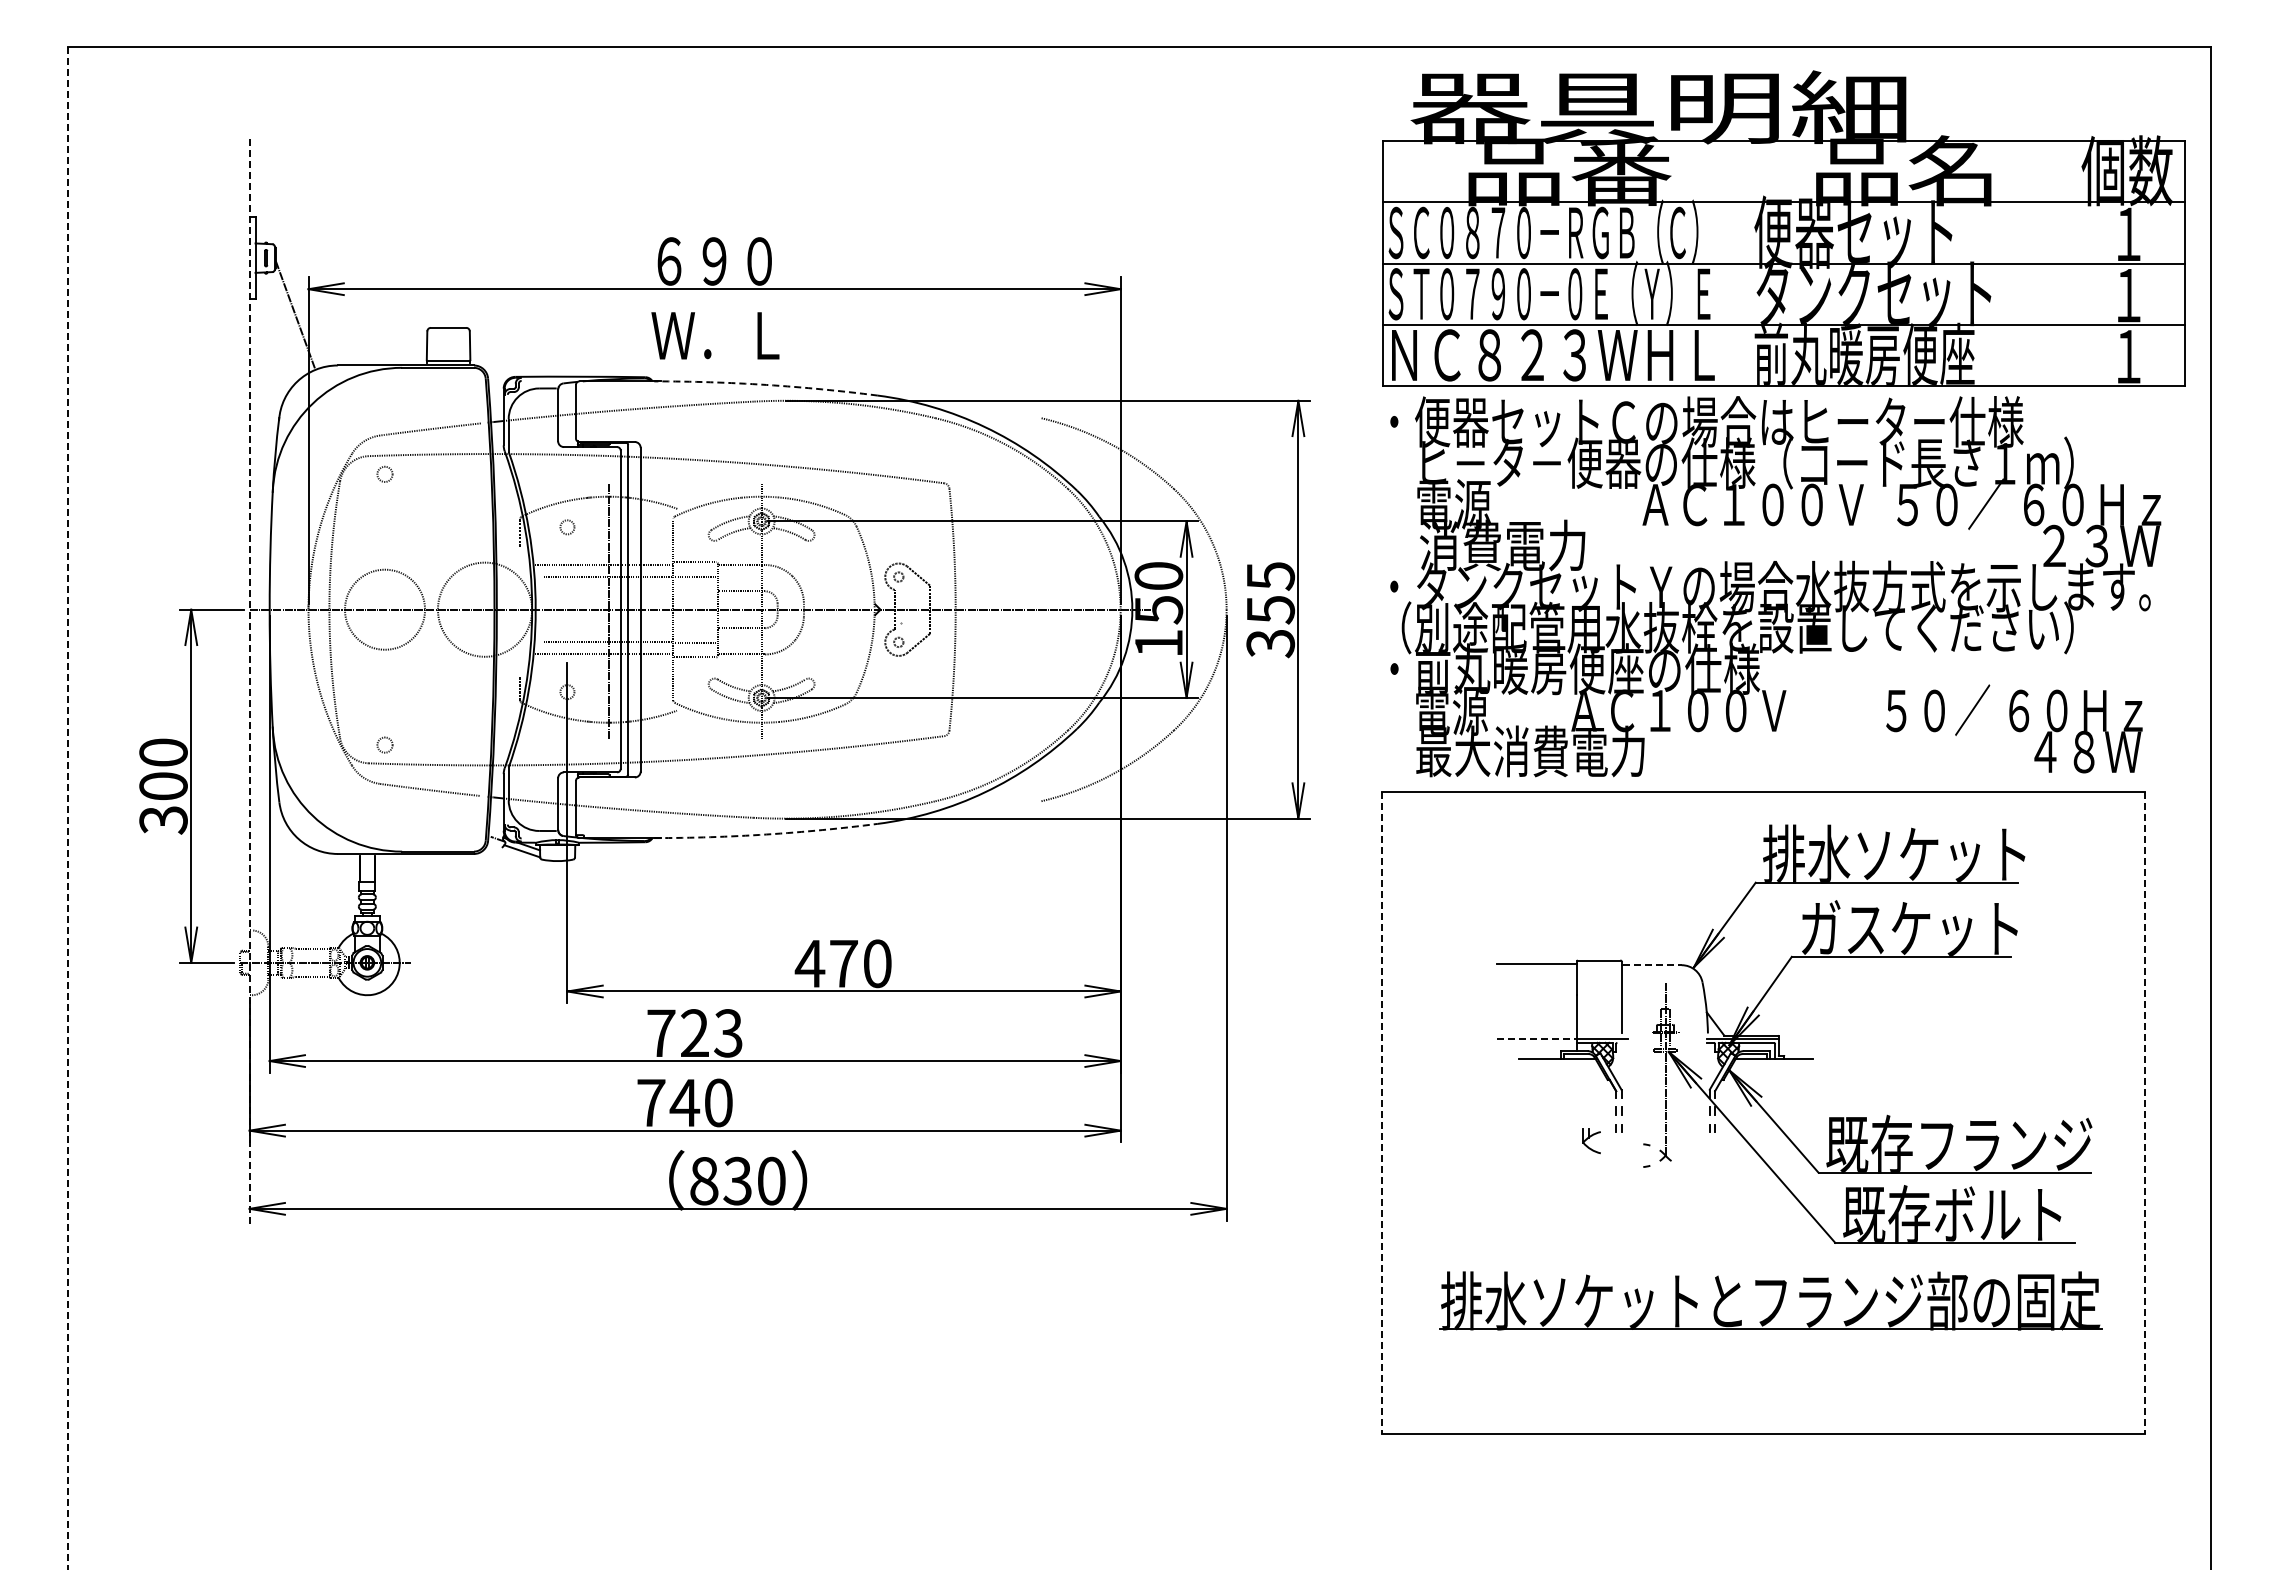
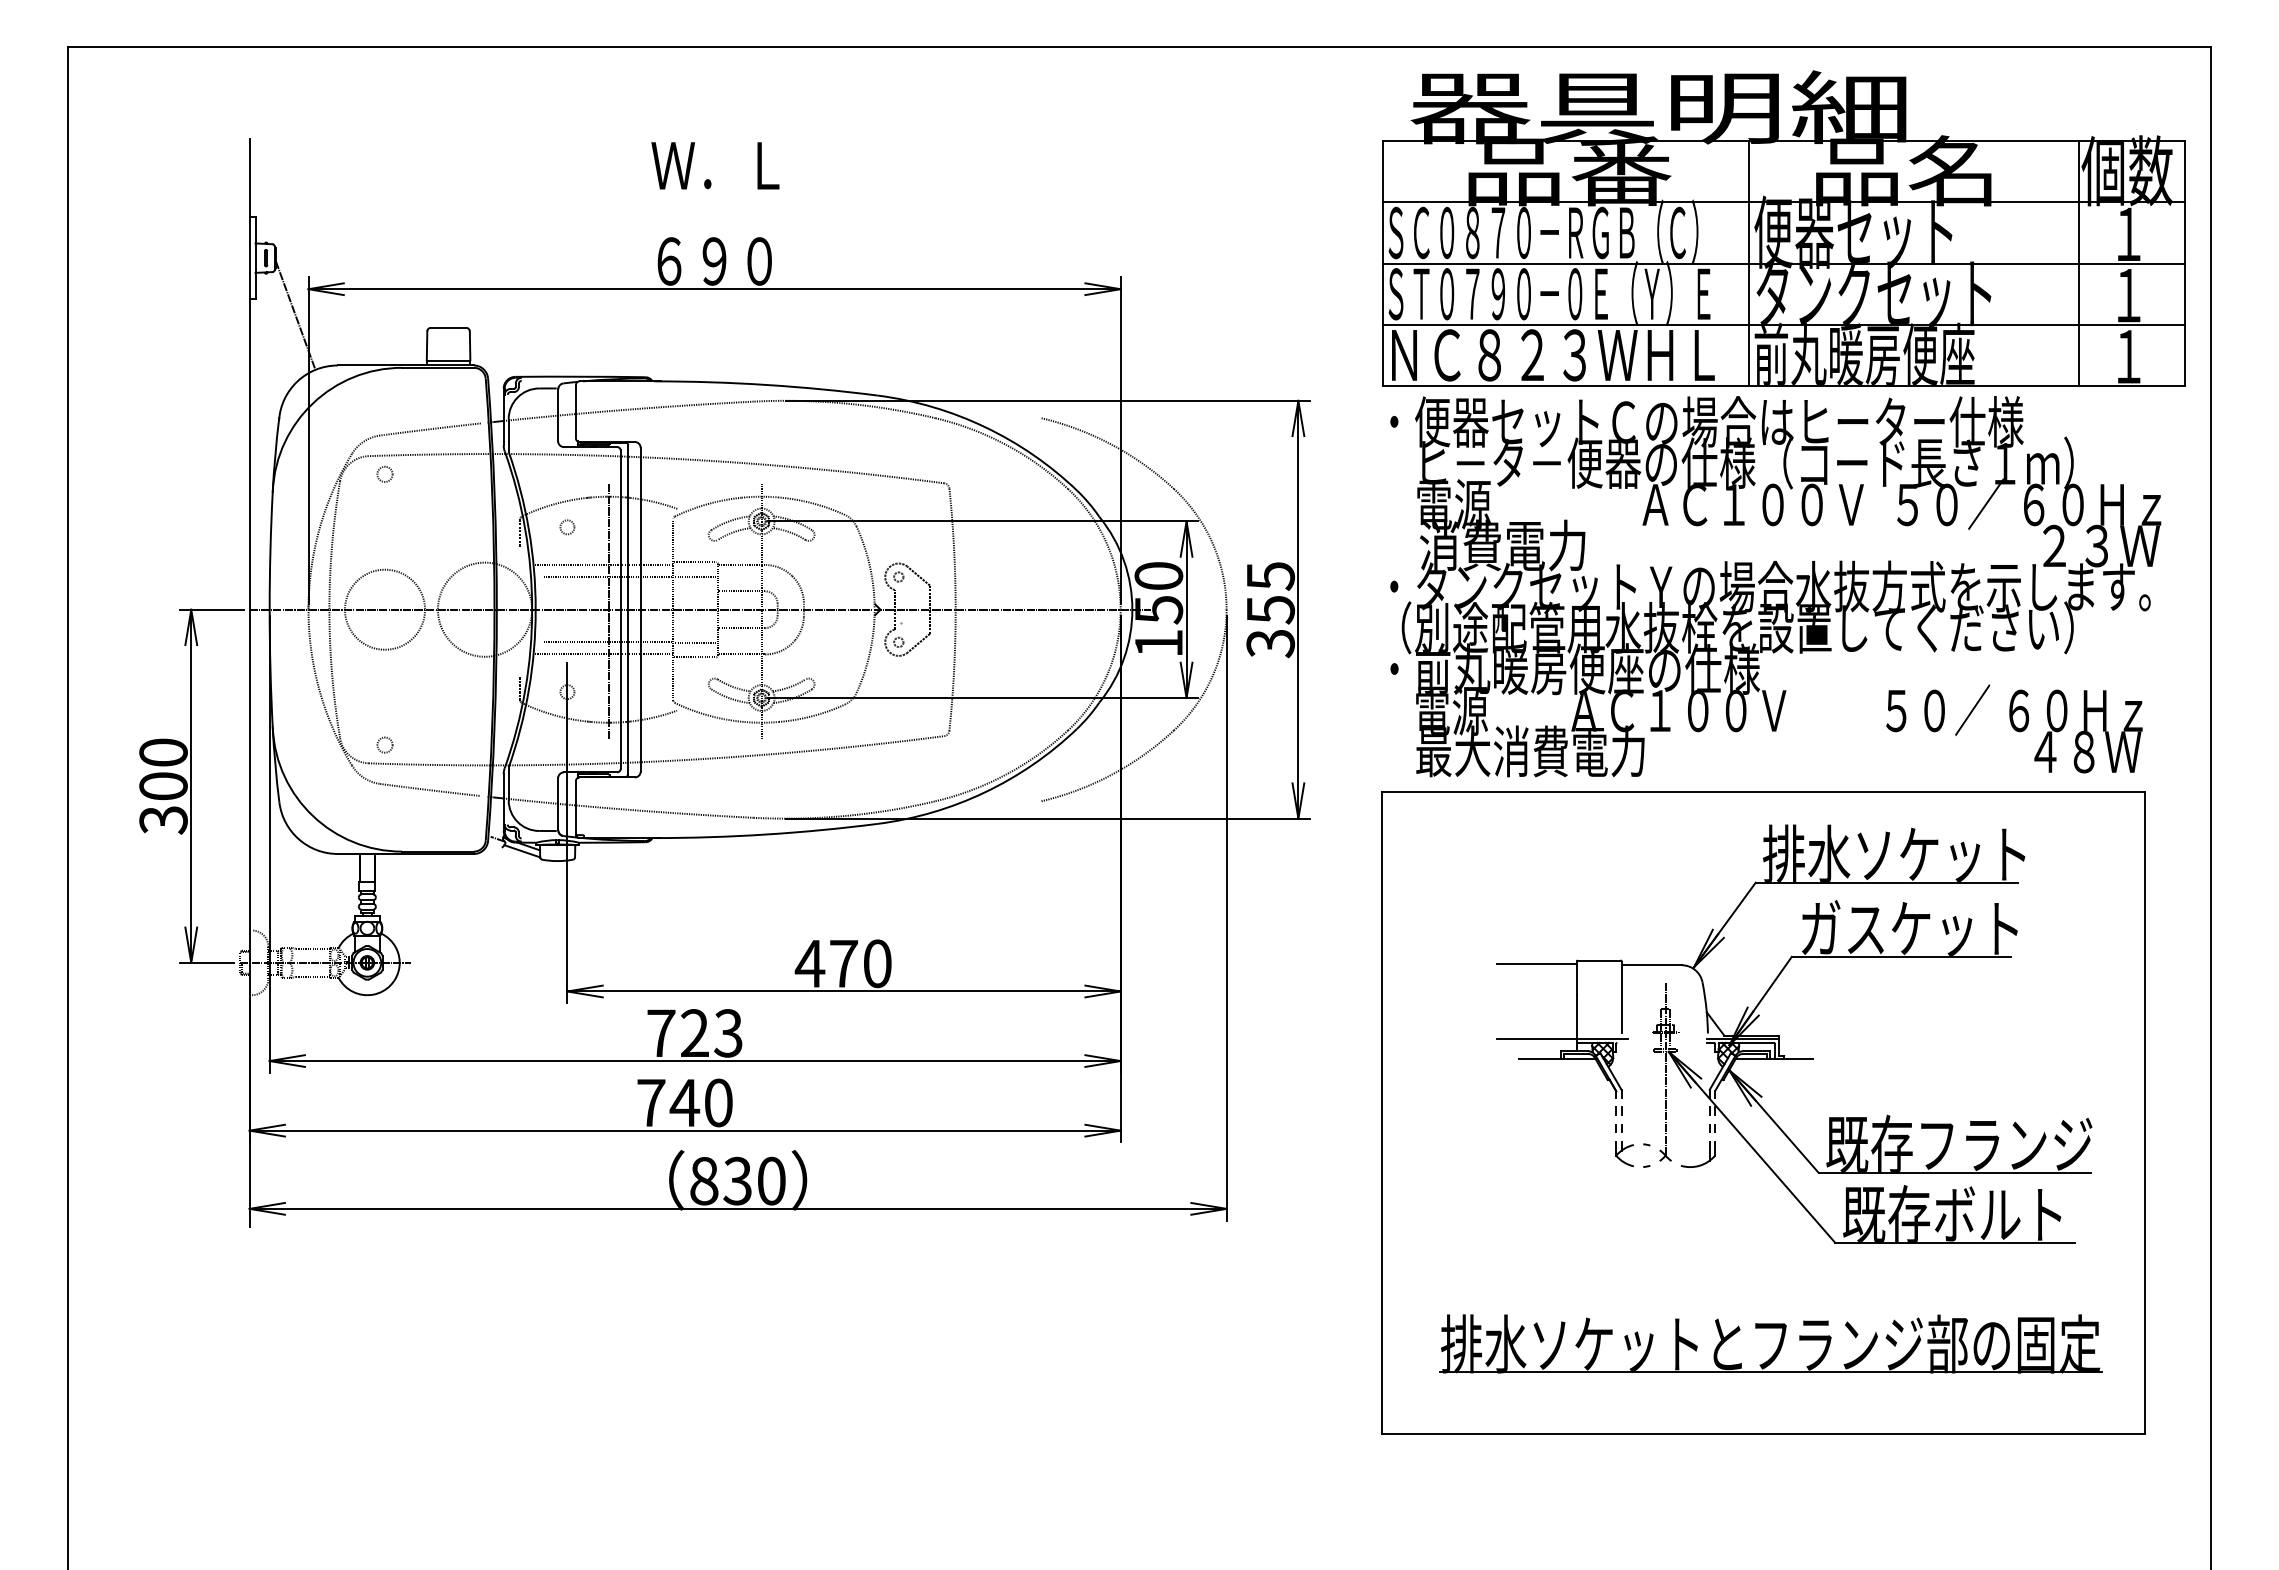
line at (1749, 263): none -> present
line at (2078, 263): none -> present
text at (715, 335) position: (715, 335) -> (715, 165)
arc at (766, 384): dashed -> solid
line at (249, 682): dashed -> solid
line at (68, 808): dashed -> solid
arc at (766, 834): dashed -> solid
line at (1652, 965): dashed -> solid
line at (1537, 1039): dashed -> solid
line at (1381, 1112): dashed -> solid
line at (2144, 1112): dashed -> solid
part at (1591, 1141) position: (1591, 1141) -> (1624, 1154)
part at (1699, 1164): none -> present
part at (1778, 1301) position: (1778, 1301) -> (1778, 1344)
